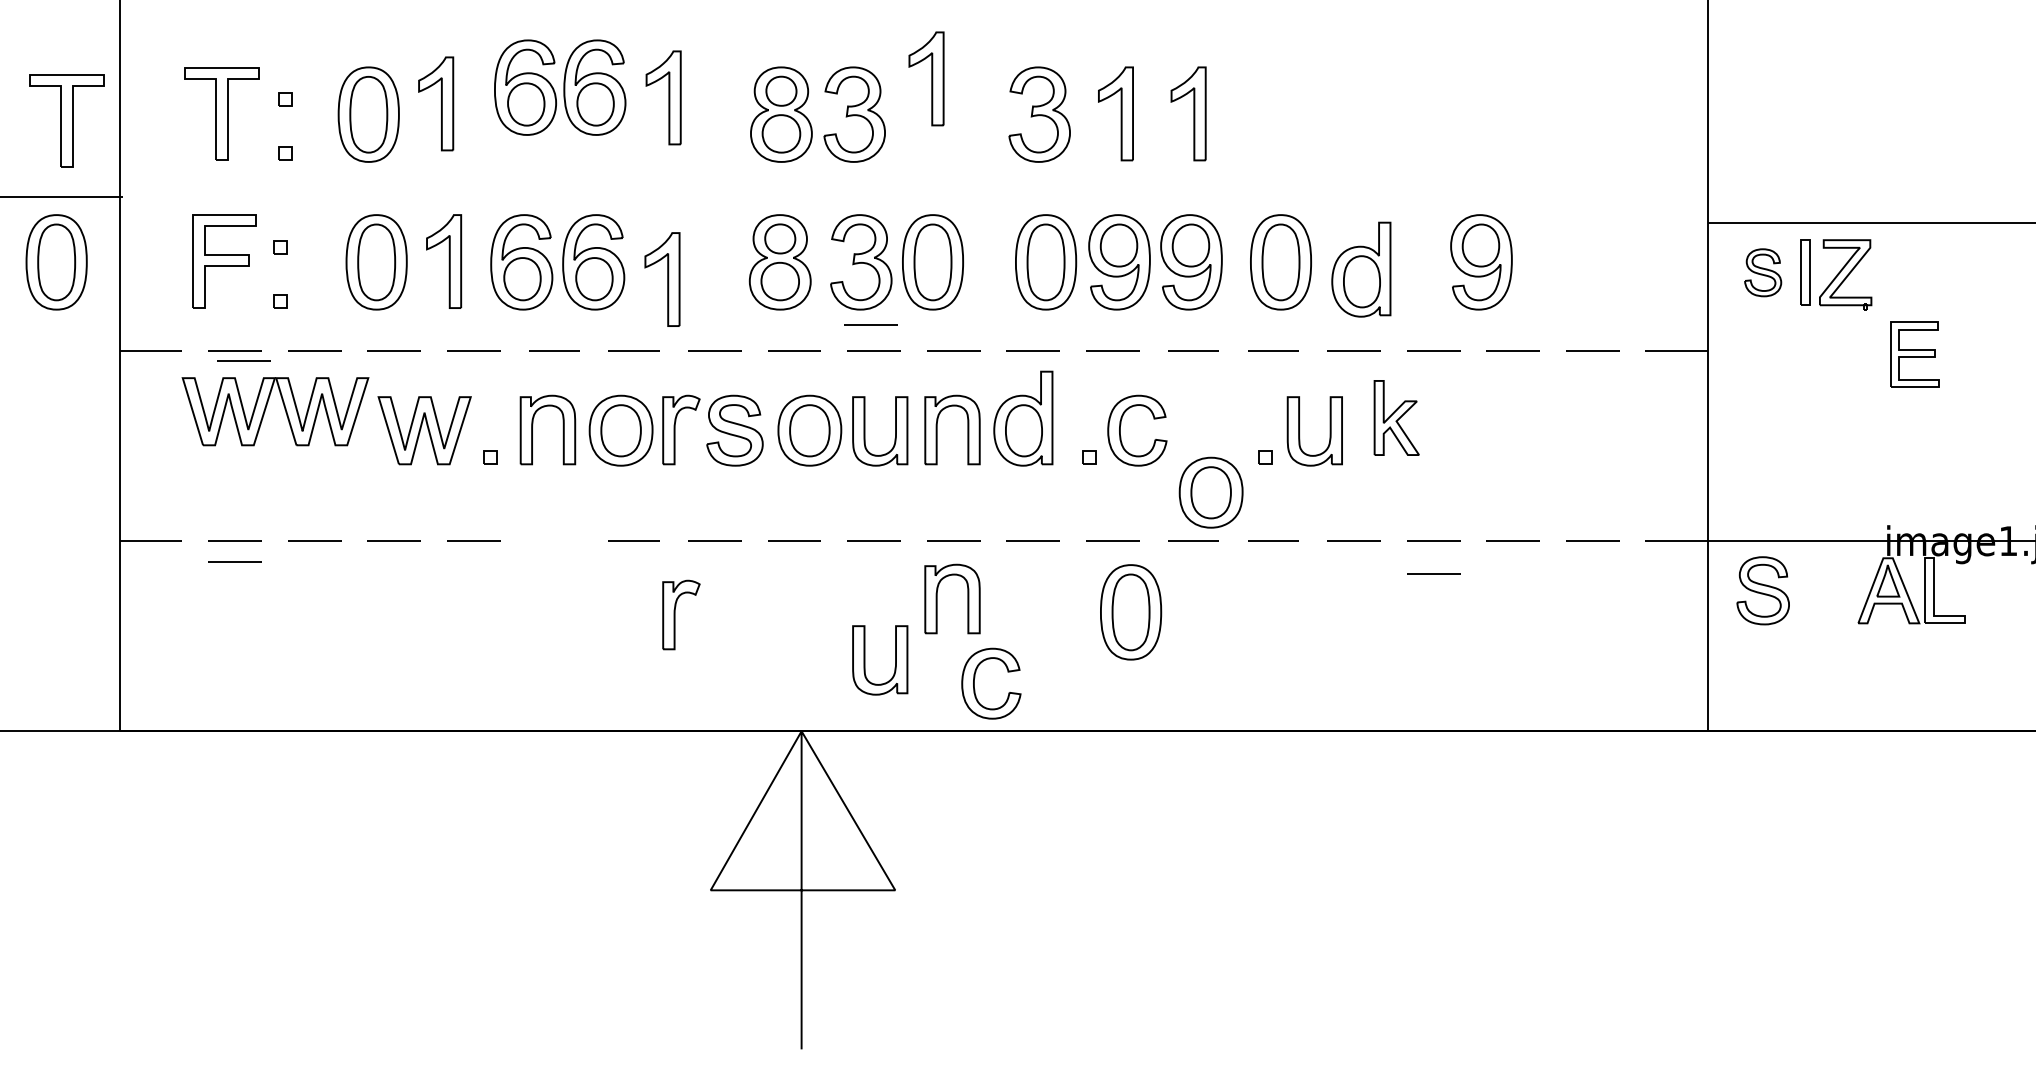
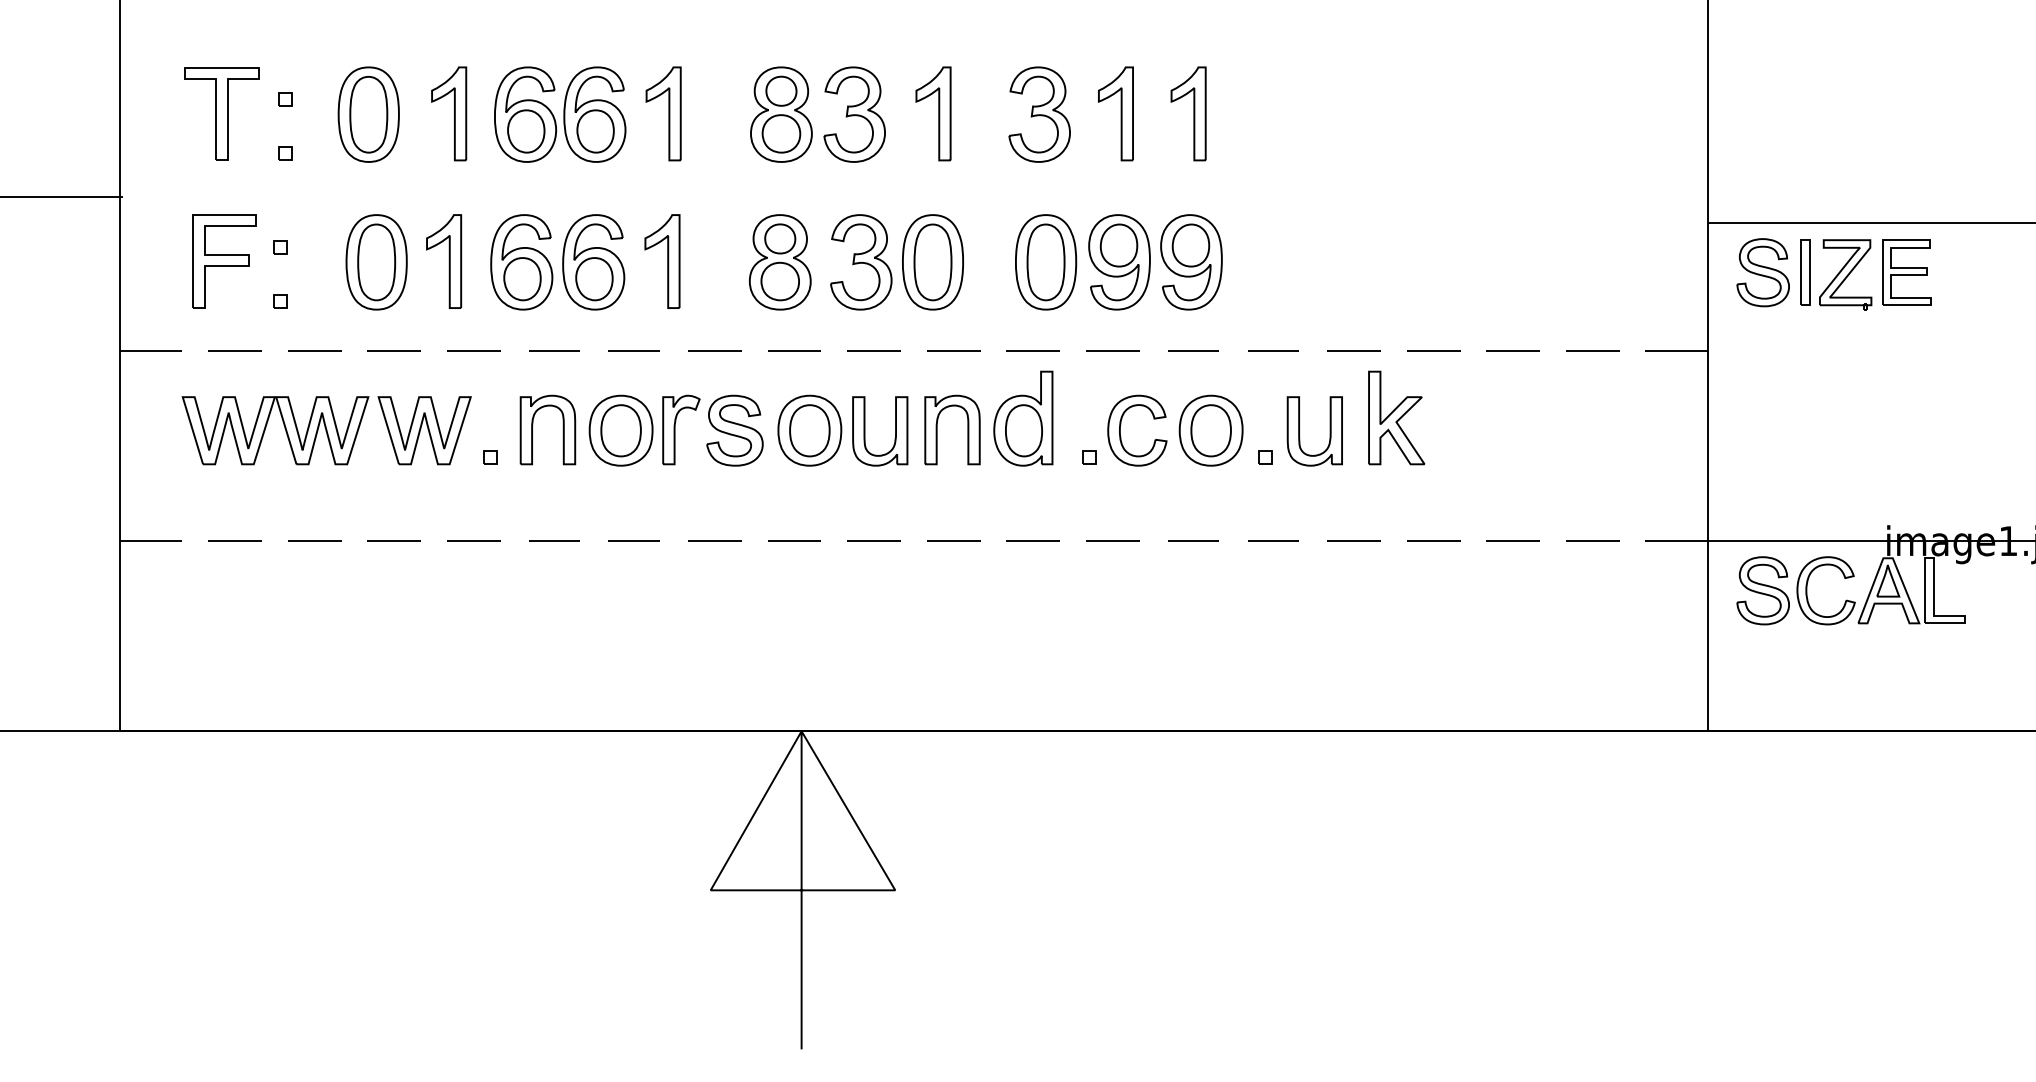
part at (926, 78) position: (926, 78) -> (933, 113)
part at (560, 87) position: (560, 87) -> (560, 114)
part at (663, 97) position: (663, 97) -> (663, 113)
part at (436, 103) position: (436, 103) -> (449, 113)
part at (66, 120): present -> none
part at (56, 262): present -> none
part at (1280, 262): present -> none
part at (1481, 262): present -> none
part at (1361, 269): present -> none
part at (1763, 272) size: 39x50 px -> 54x70 px
part at (662, 279) position: (662, 279) -> (662, 261)
line at (870, 324): present -> none
part at (1914, 354) position: (1914, 354) -> (1906, 272)
line at (243, 360): present -> none
part at (284, 409) position: (284, 409) -> (284, 428)
part at (1396, 417) size: 47x76 px -> 58x96 px
part at (1210, 492) position: (1210, 492) -> (1210, 430)
line at (554, 540): none -> present
line at (234, 561): present -> none
line at (1433, 573): present -> none
part at (1807, 590): none -> present
part at (937, 598): present -> none
part at (1131, 612): present -> none
part at (681, 614): present -> none
part at (865, 660): present -> none
part at (974, 683): present -> none
